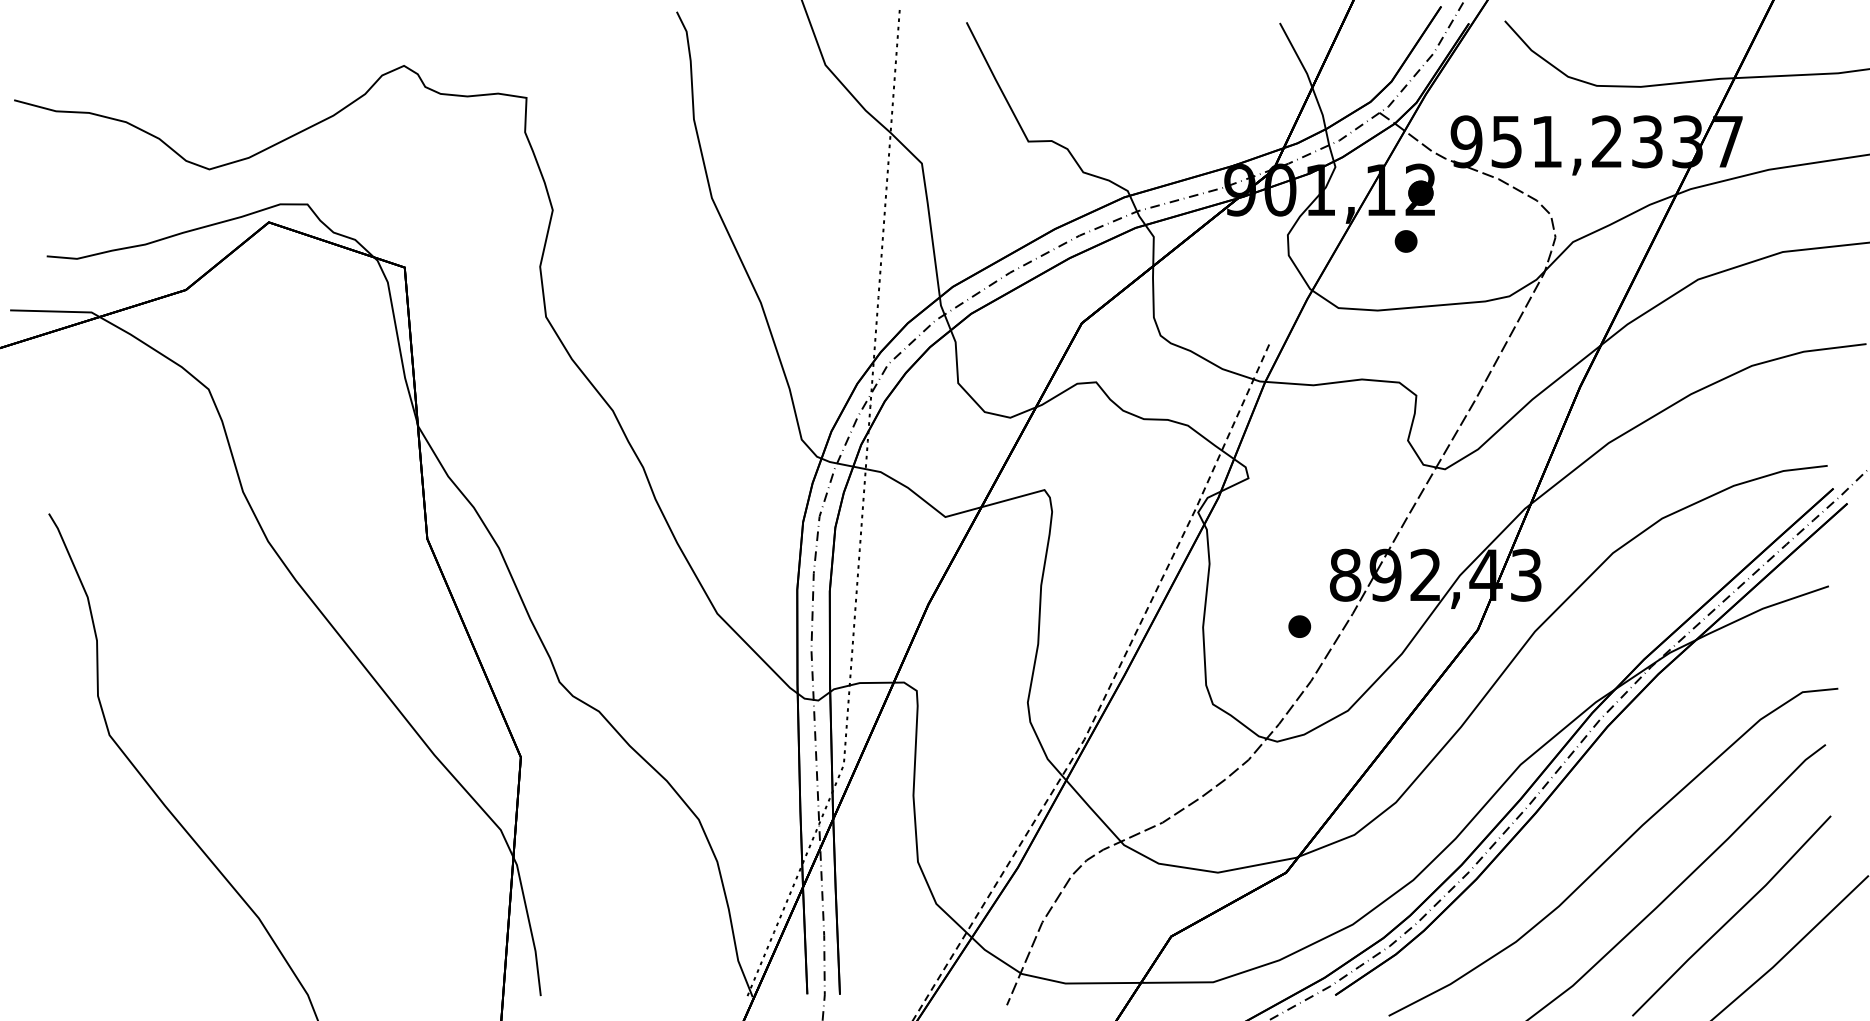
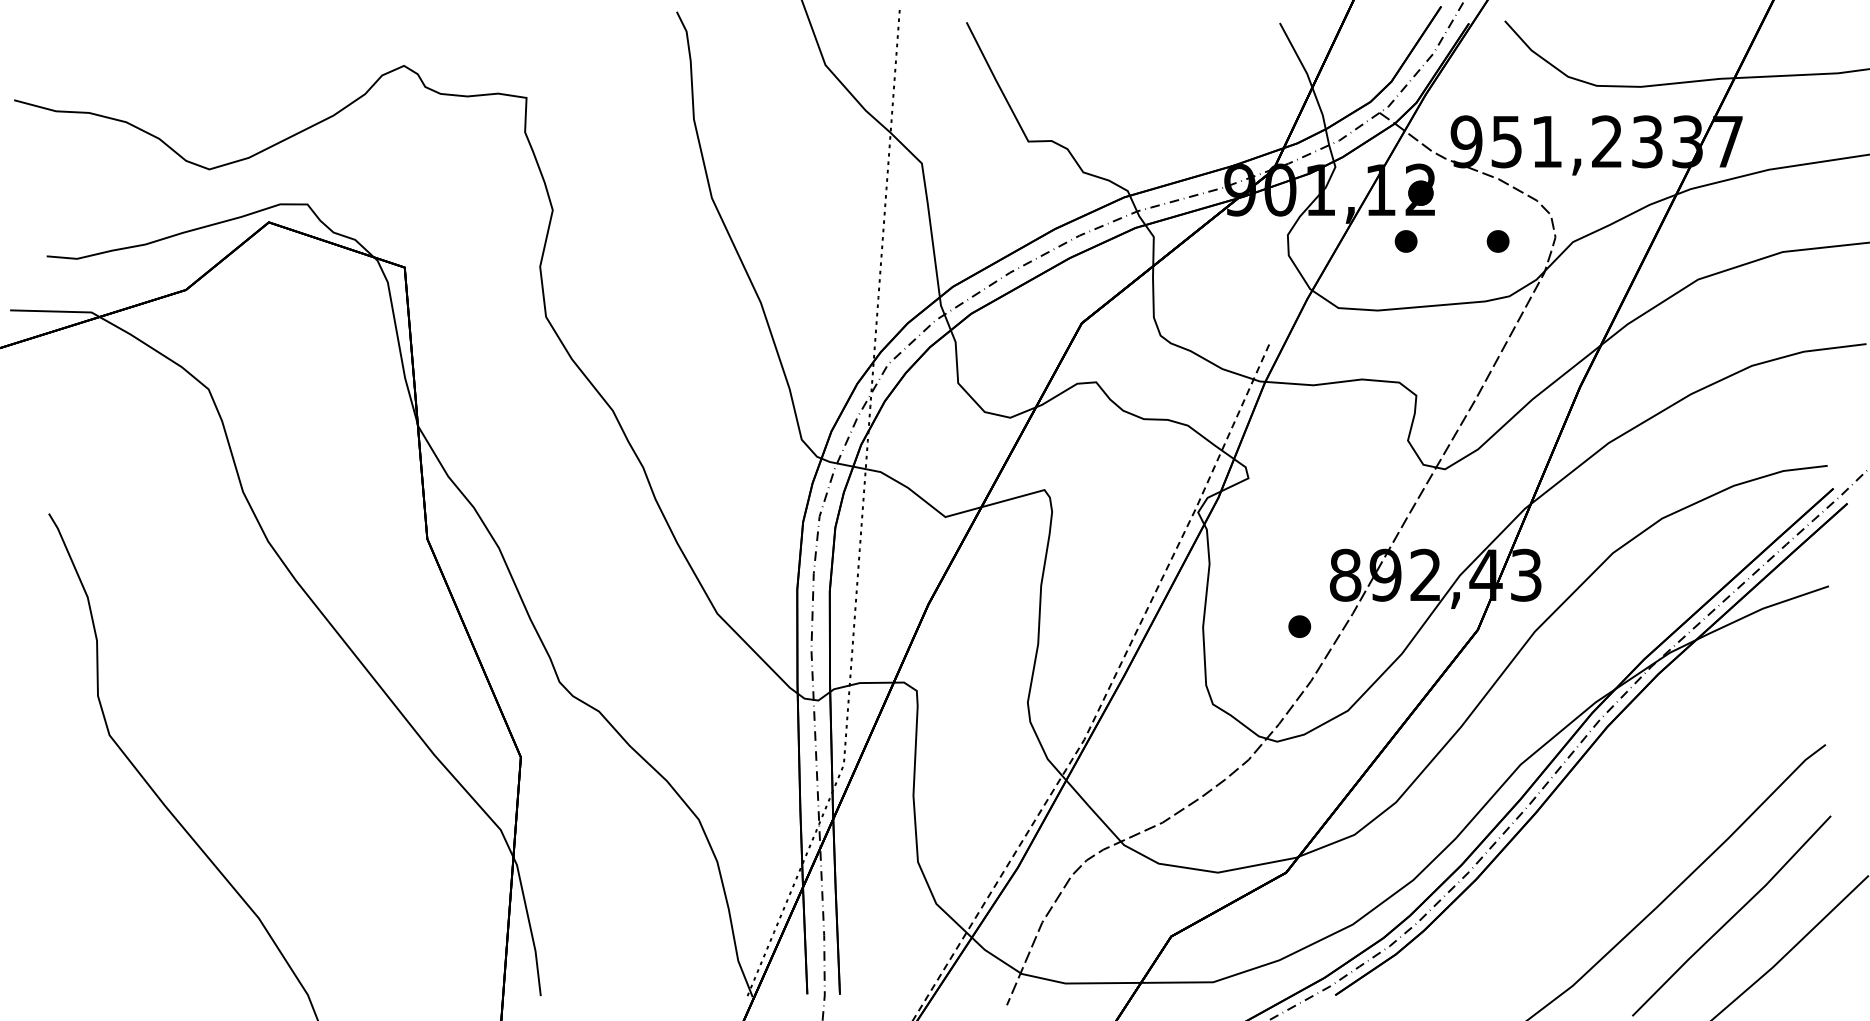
part at (1497, 241): none -> present
curve at (1614, 851): present -> none
